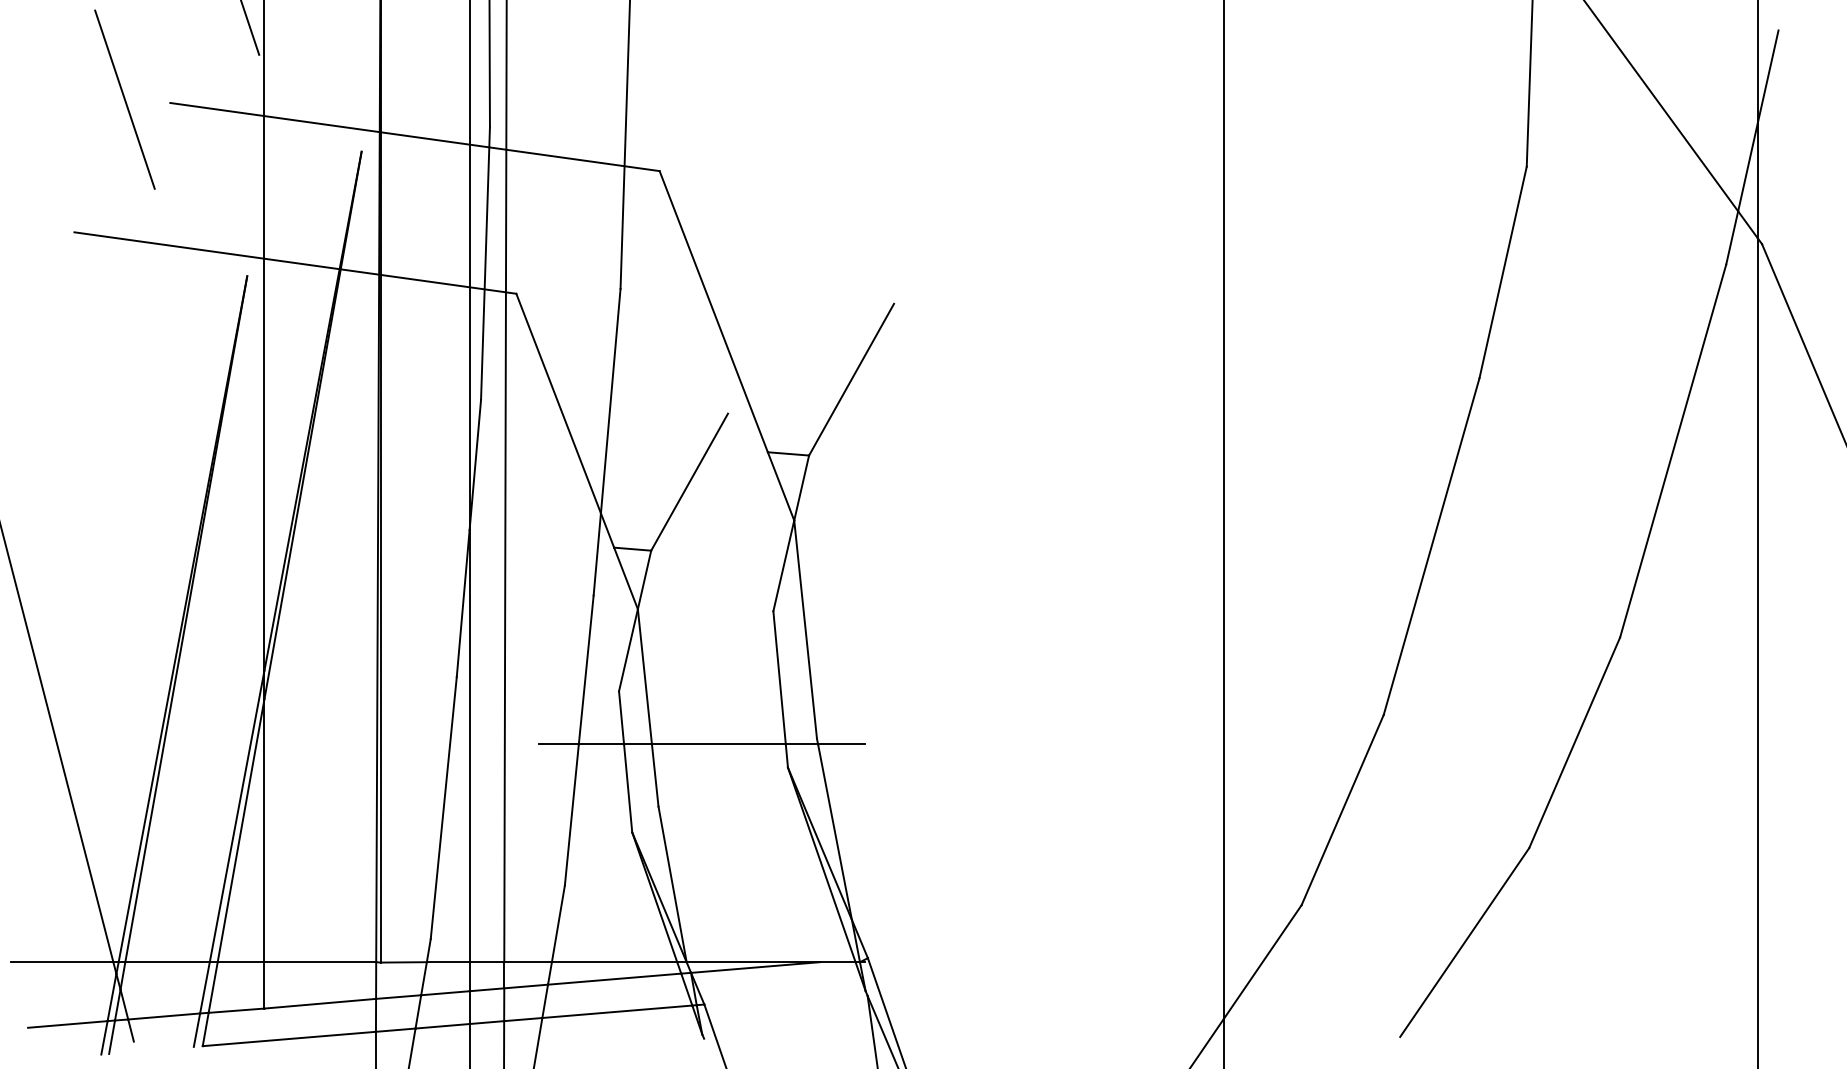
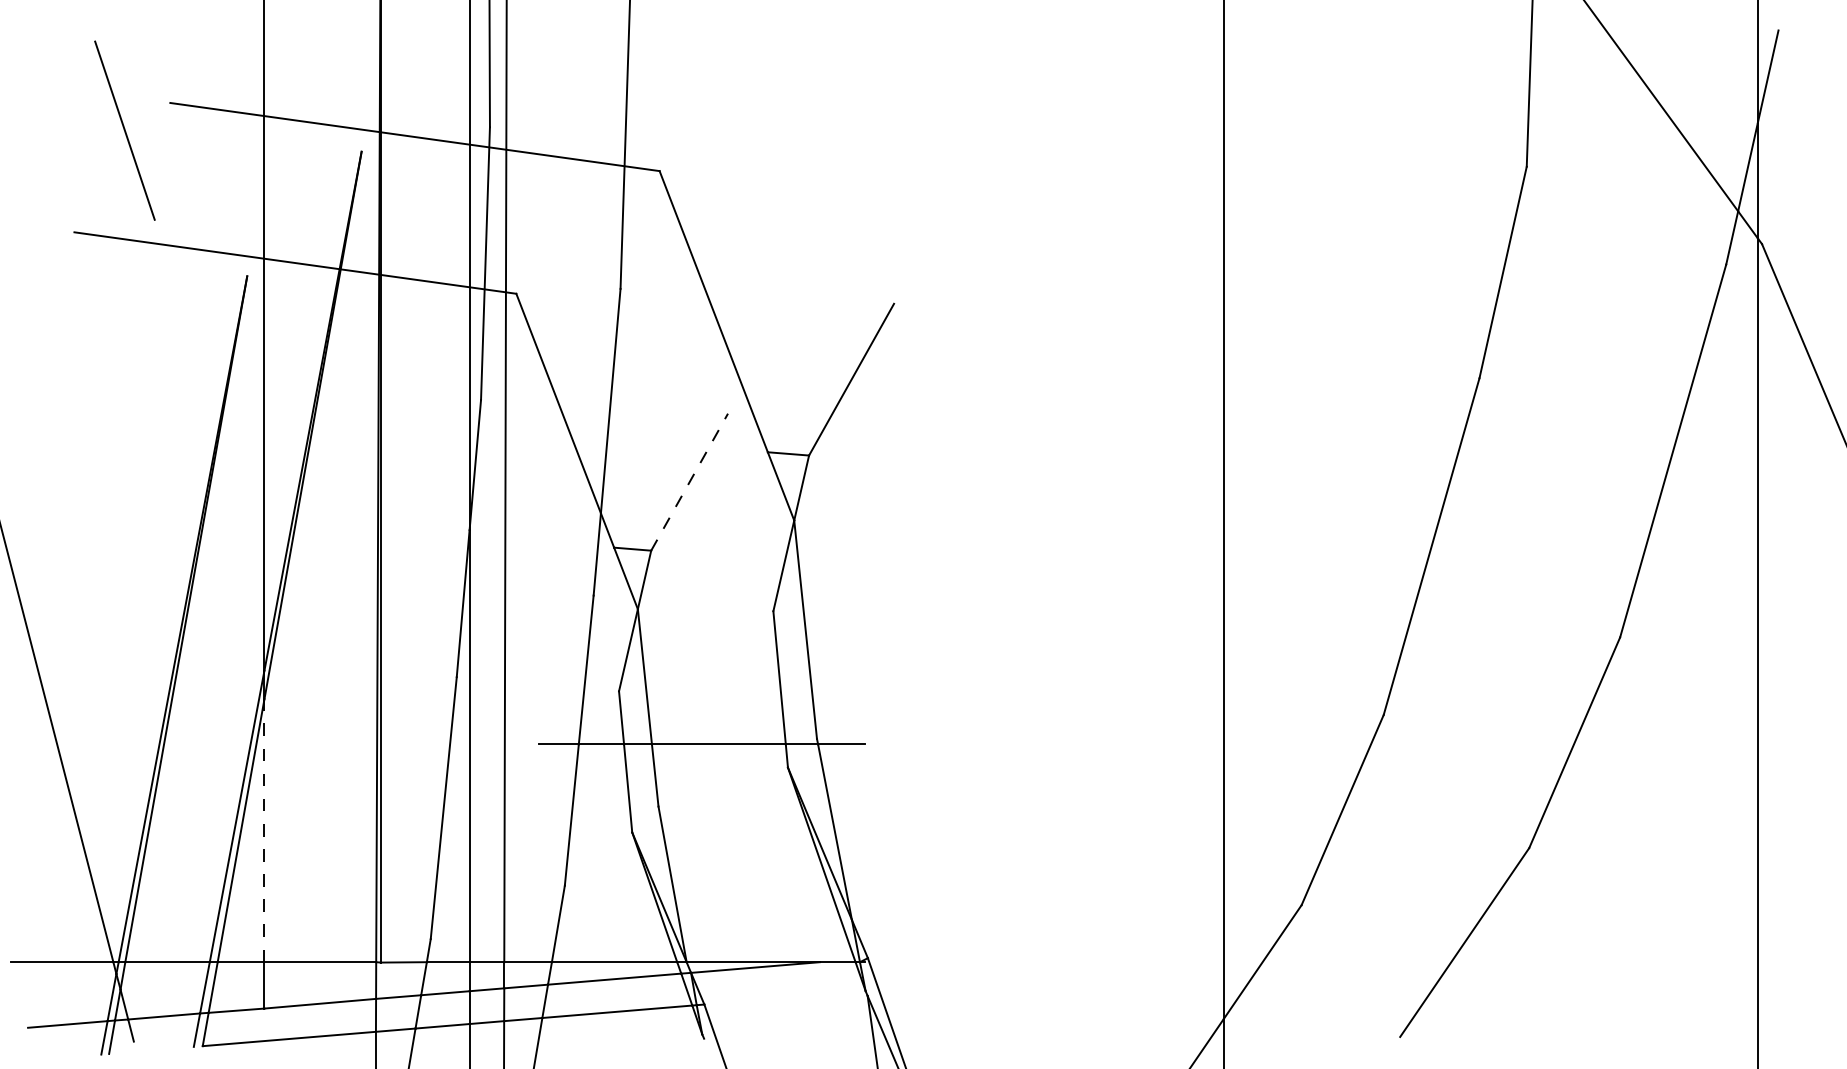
line at (250, 28): present -> none
line at (124, 99) position: (124, 99) -> (124, 130)
line at (689, 482): solid -> dashed
line at (264, 830): solid -> dashed
